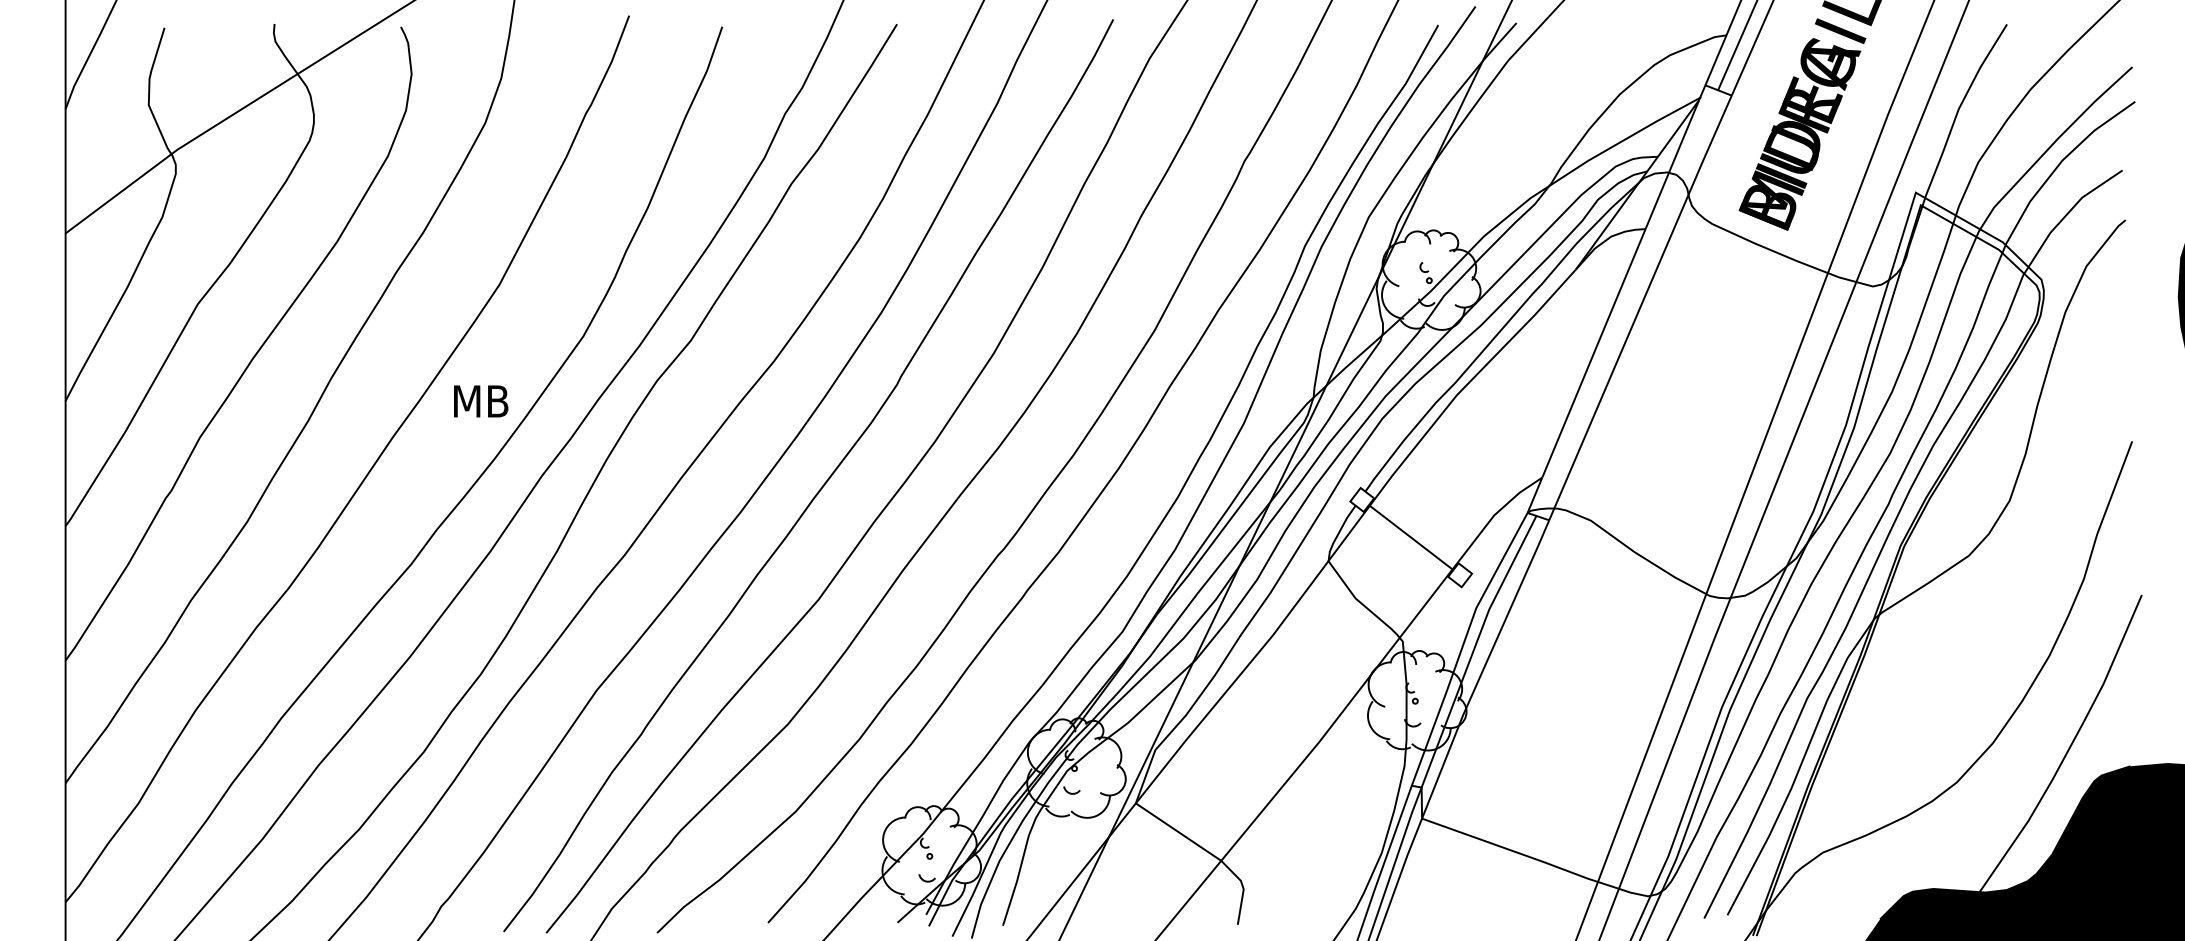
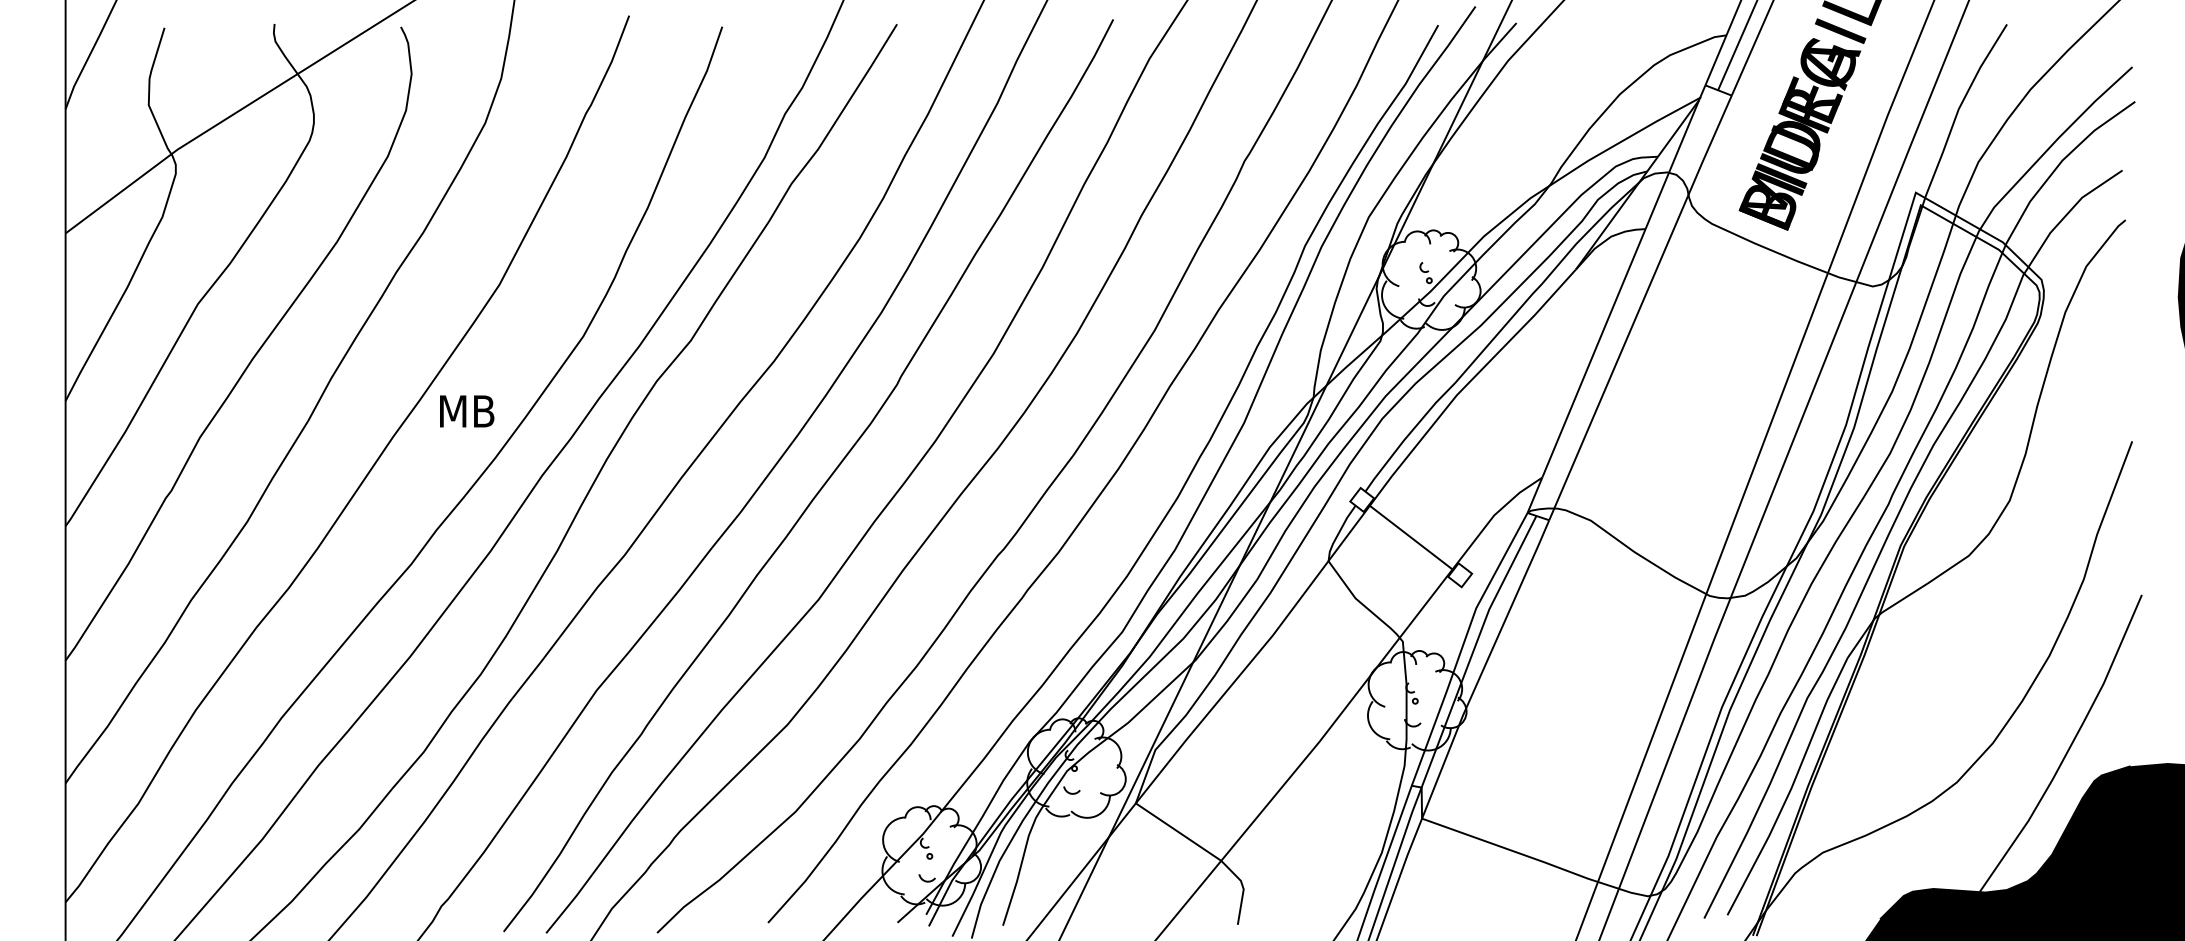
text at (481, 401) position: (481, 401) -> (467, 411)
